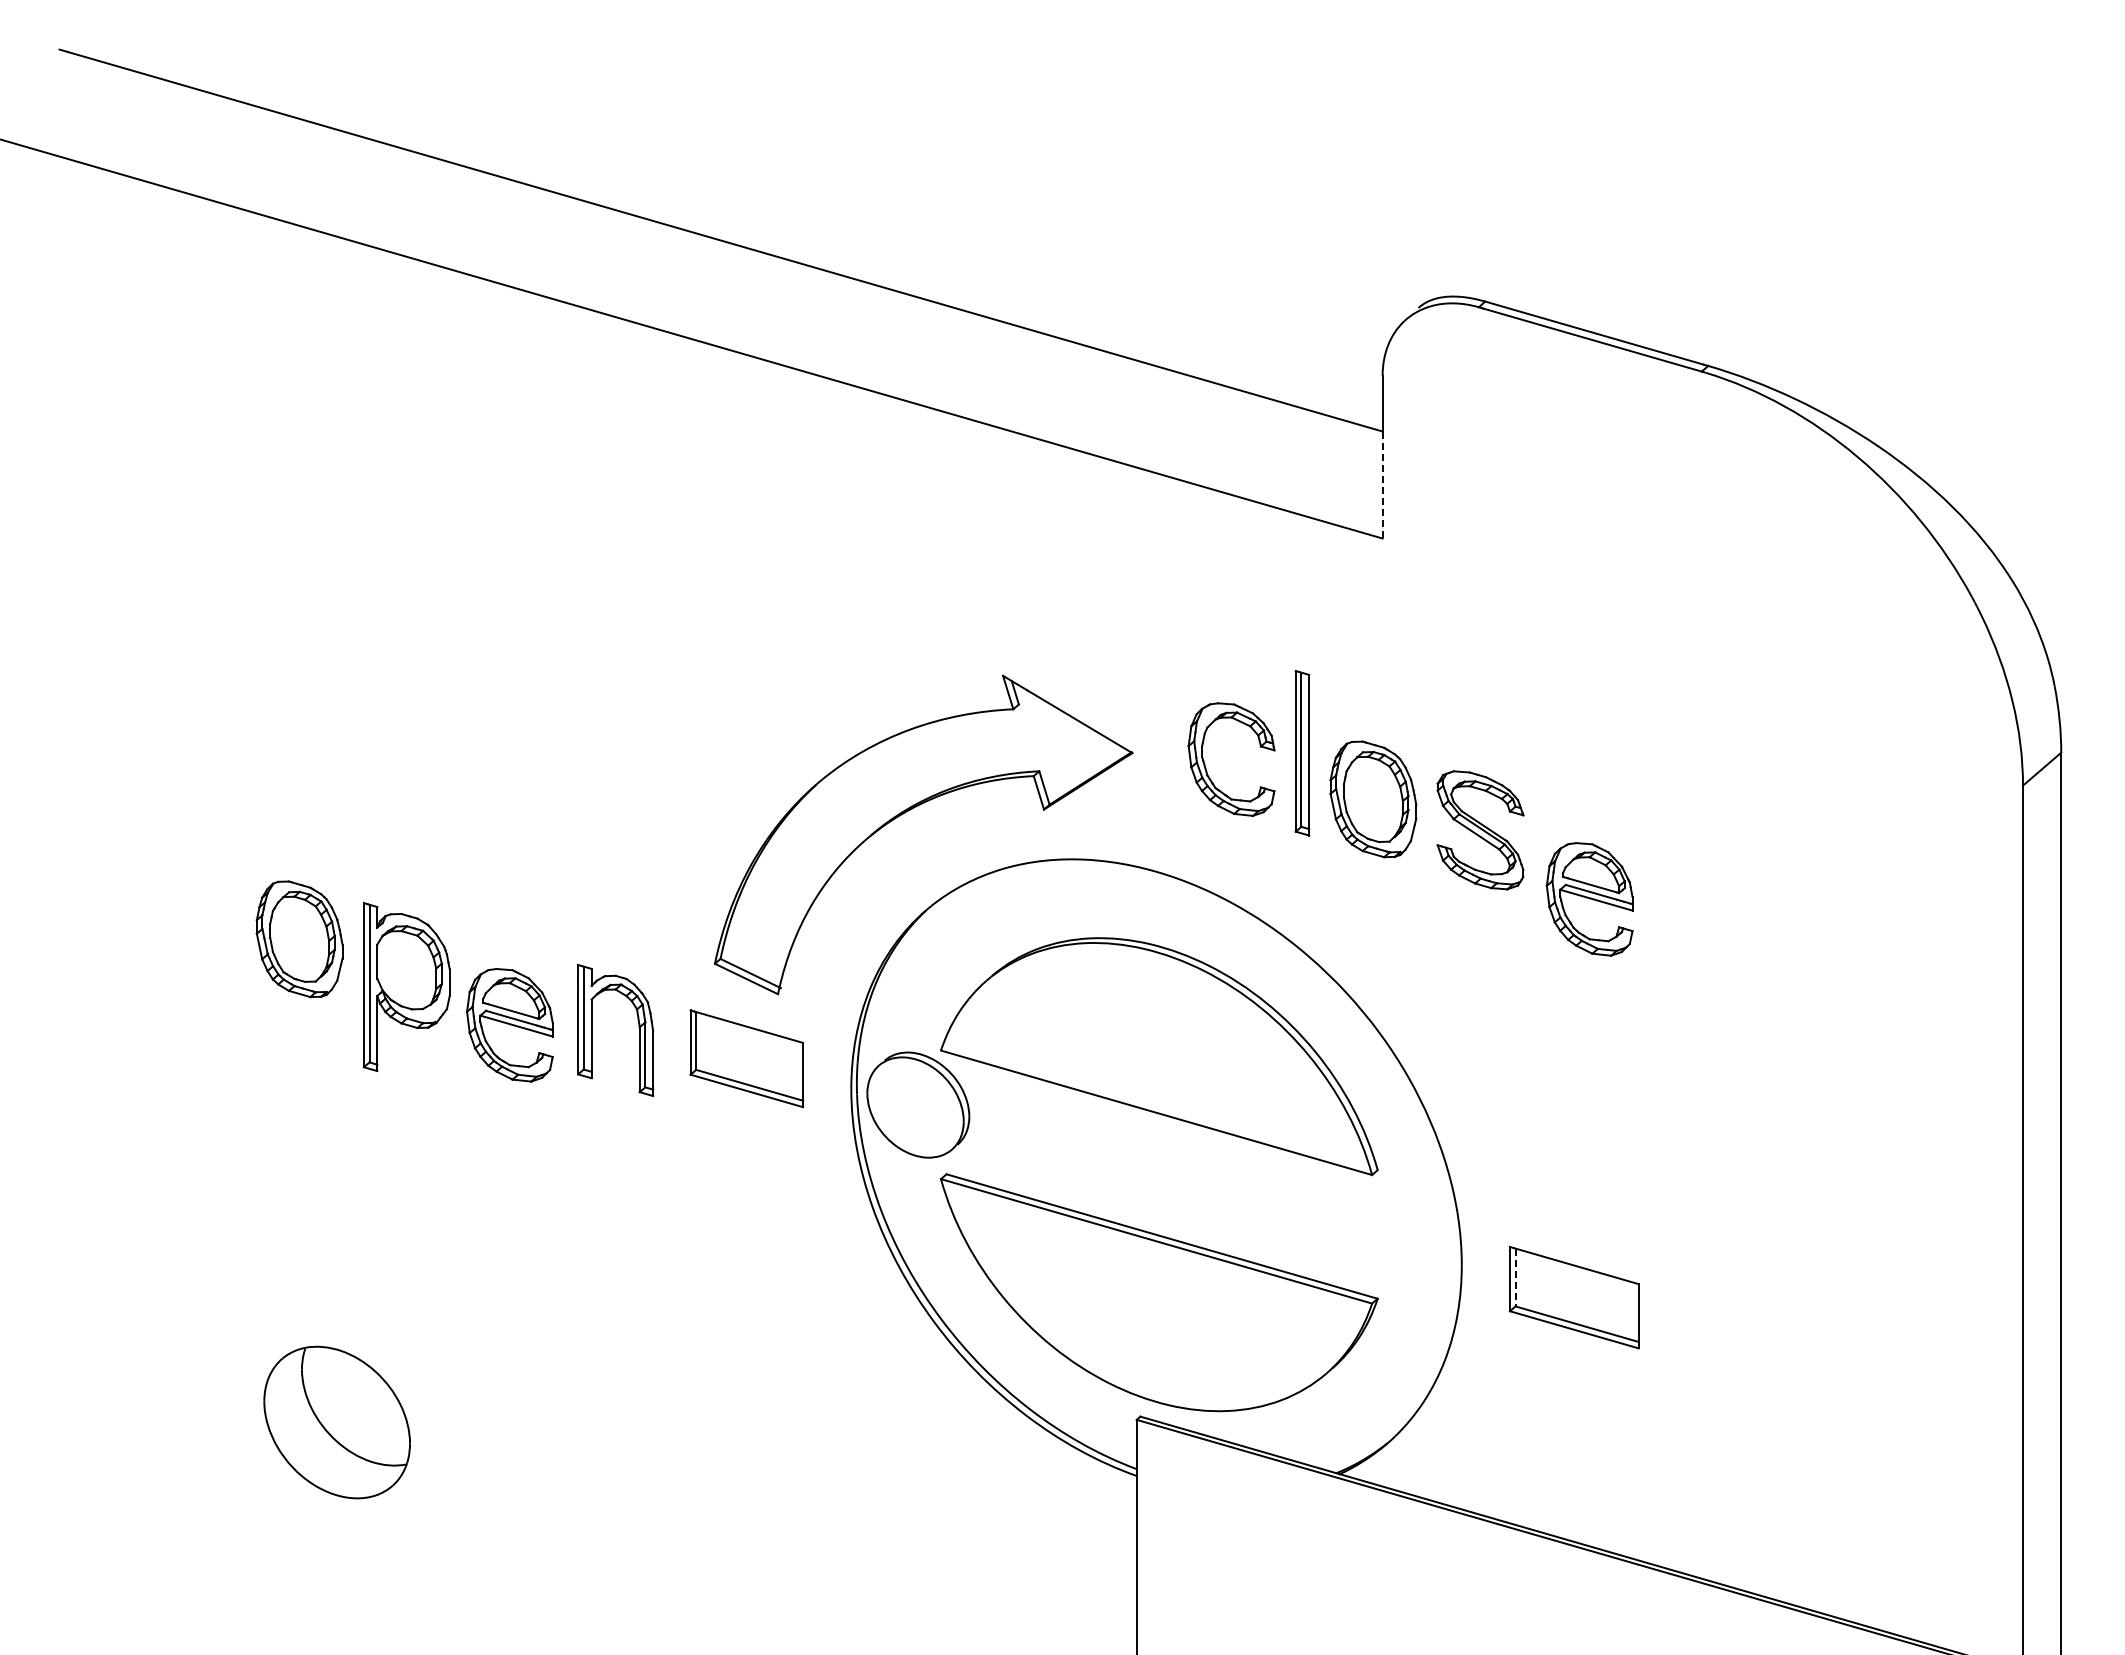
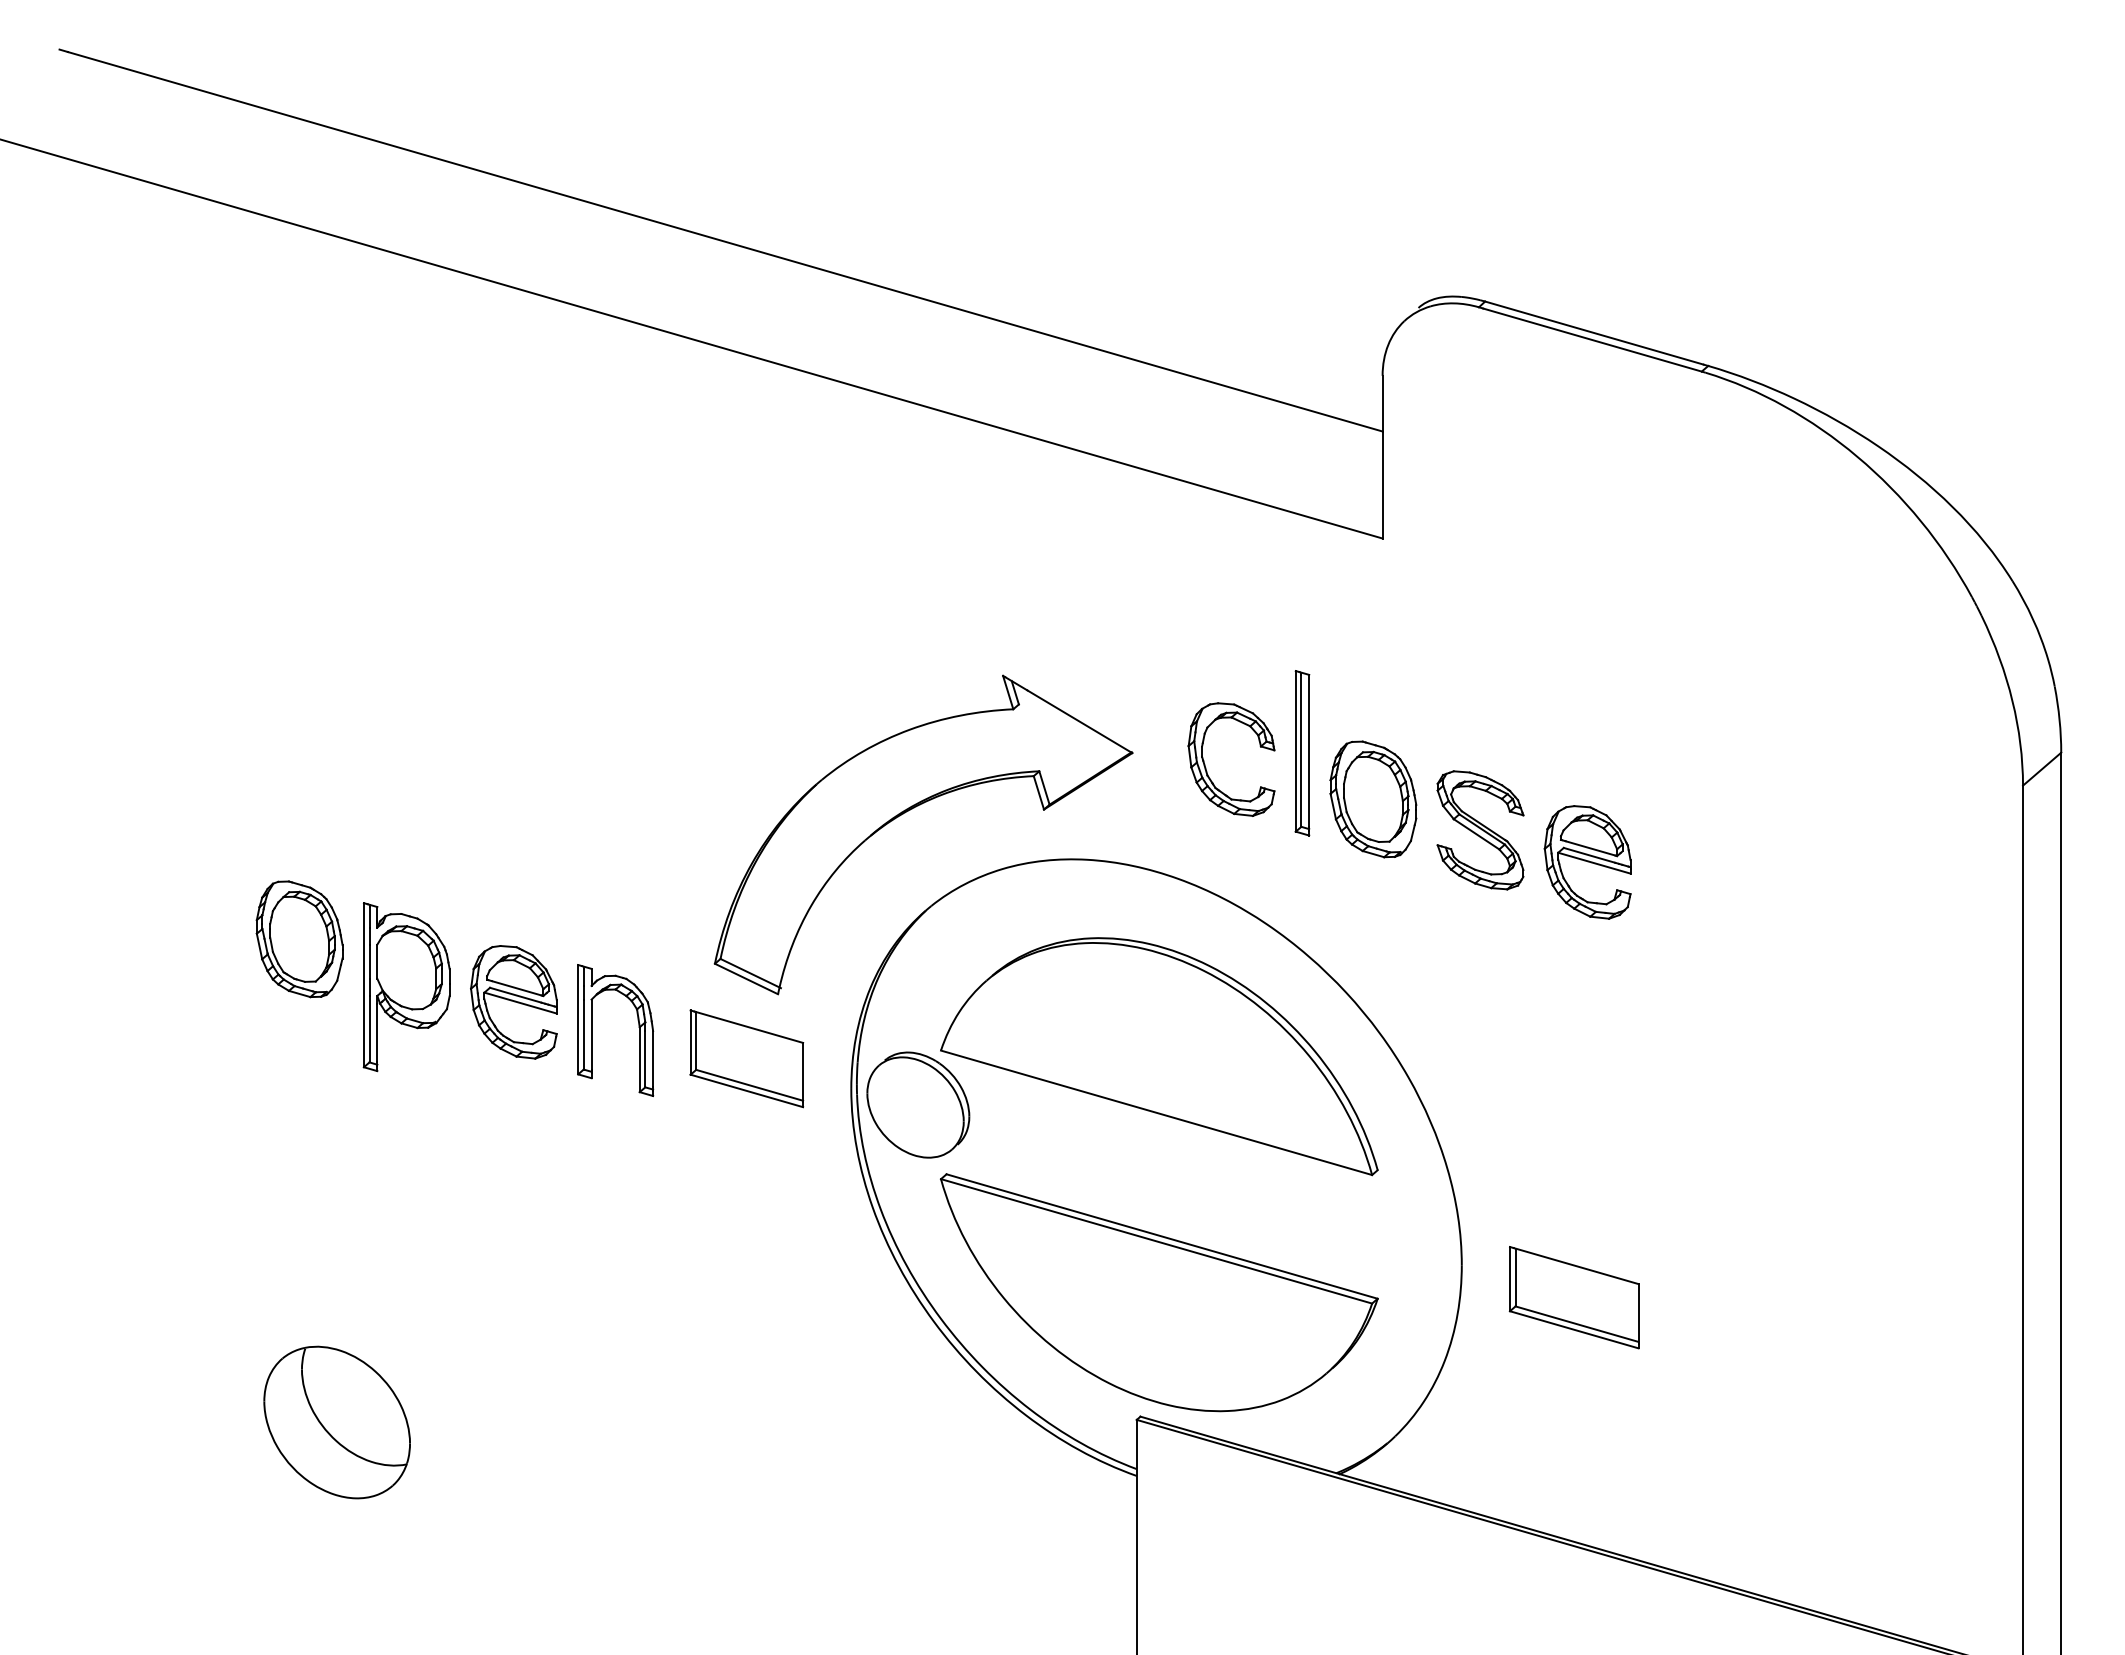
line at (1382, 485): dashed -> solid
part at (1589, 899) position: (1589, 899) -> (1587, 862)
part at (509, 1025) position: (509, 1025) -> (513, 1002)
line at (1515, 1277): dashed -> solid
